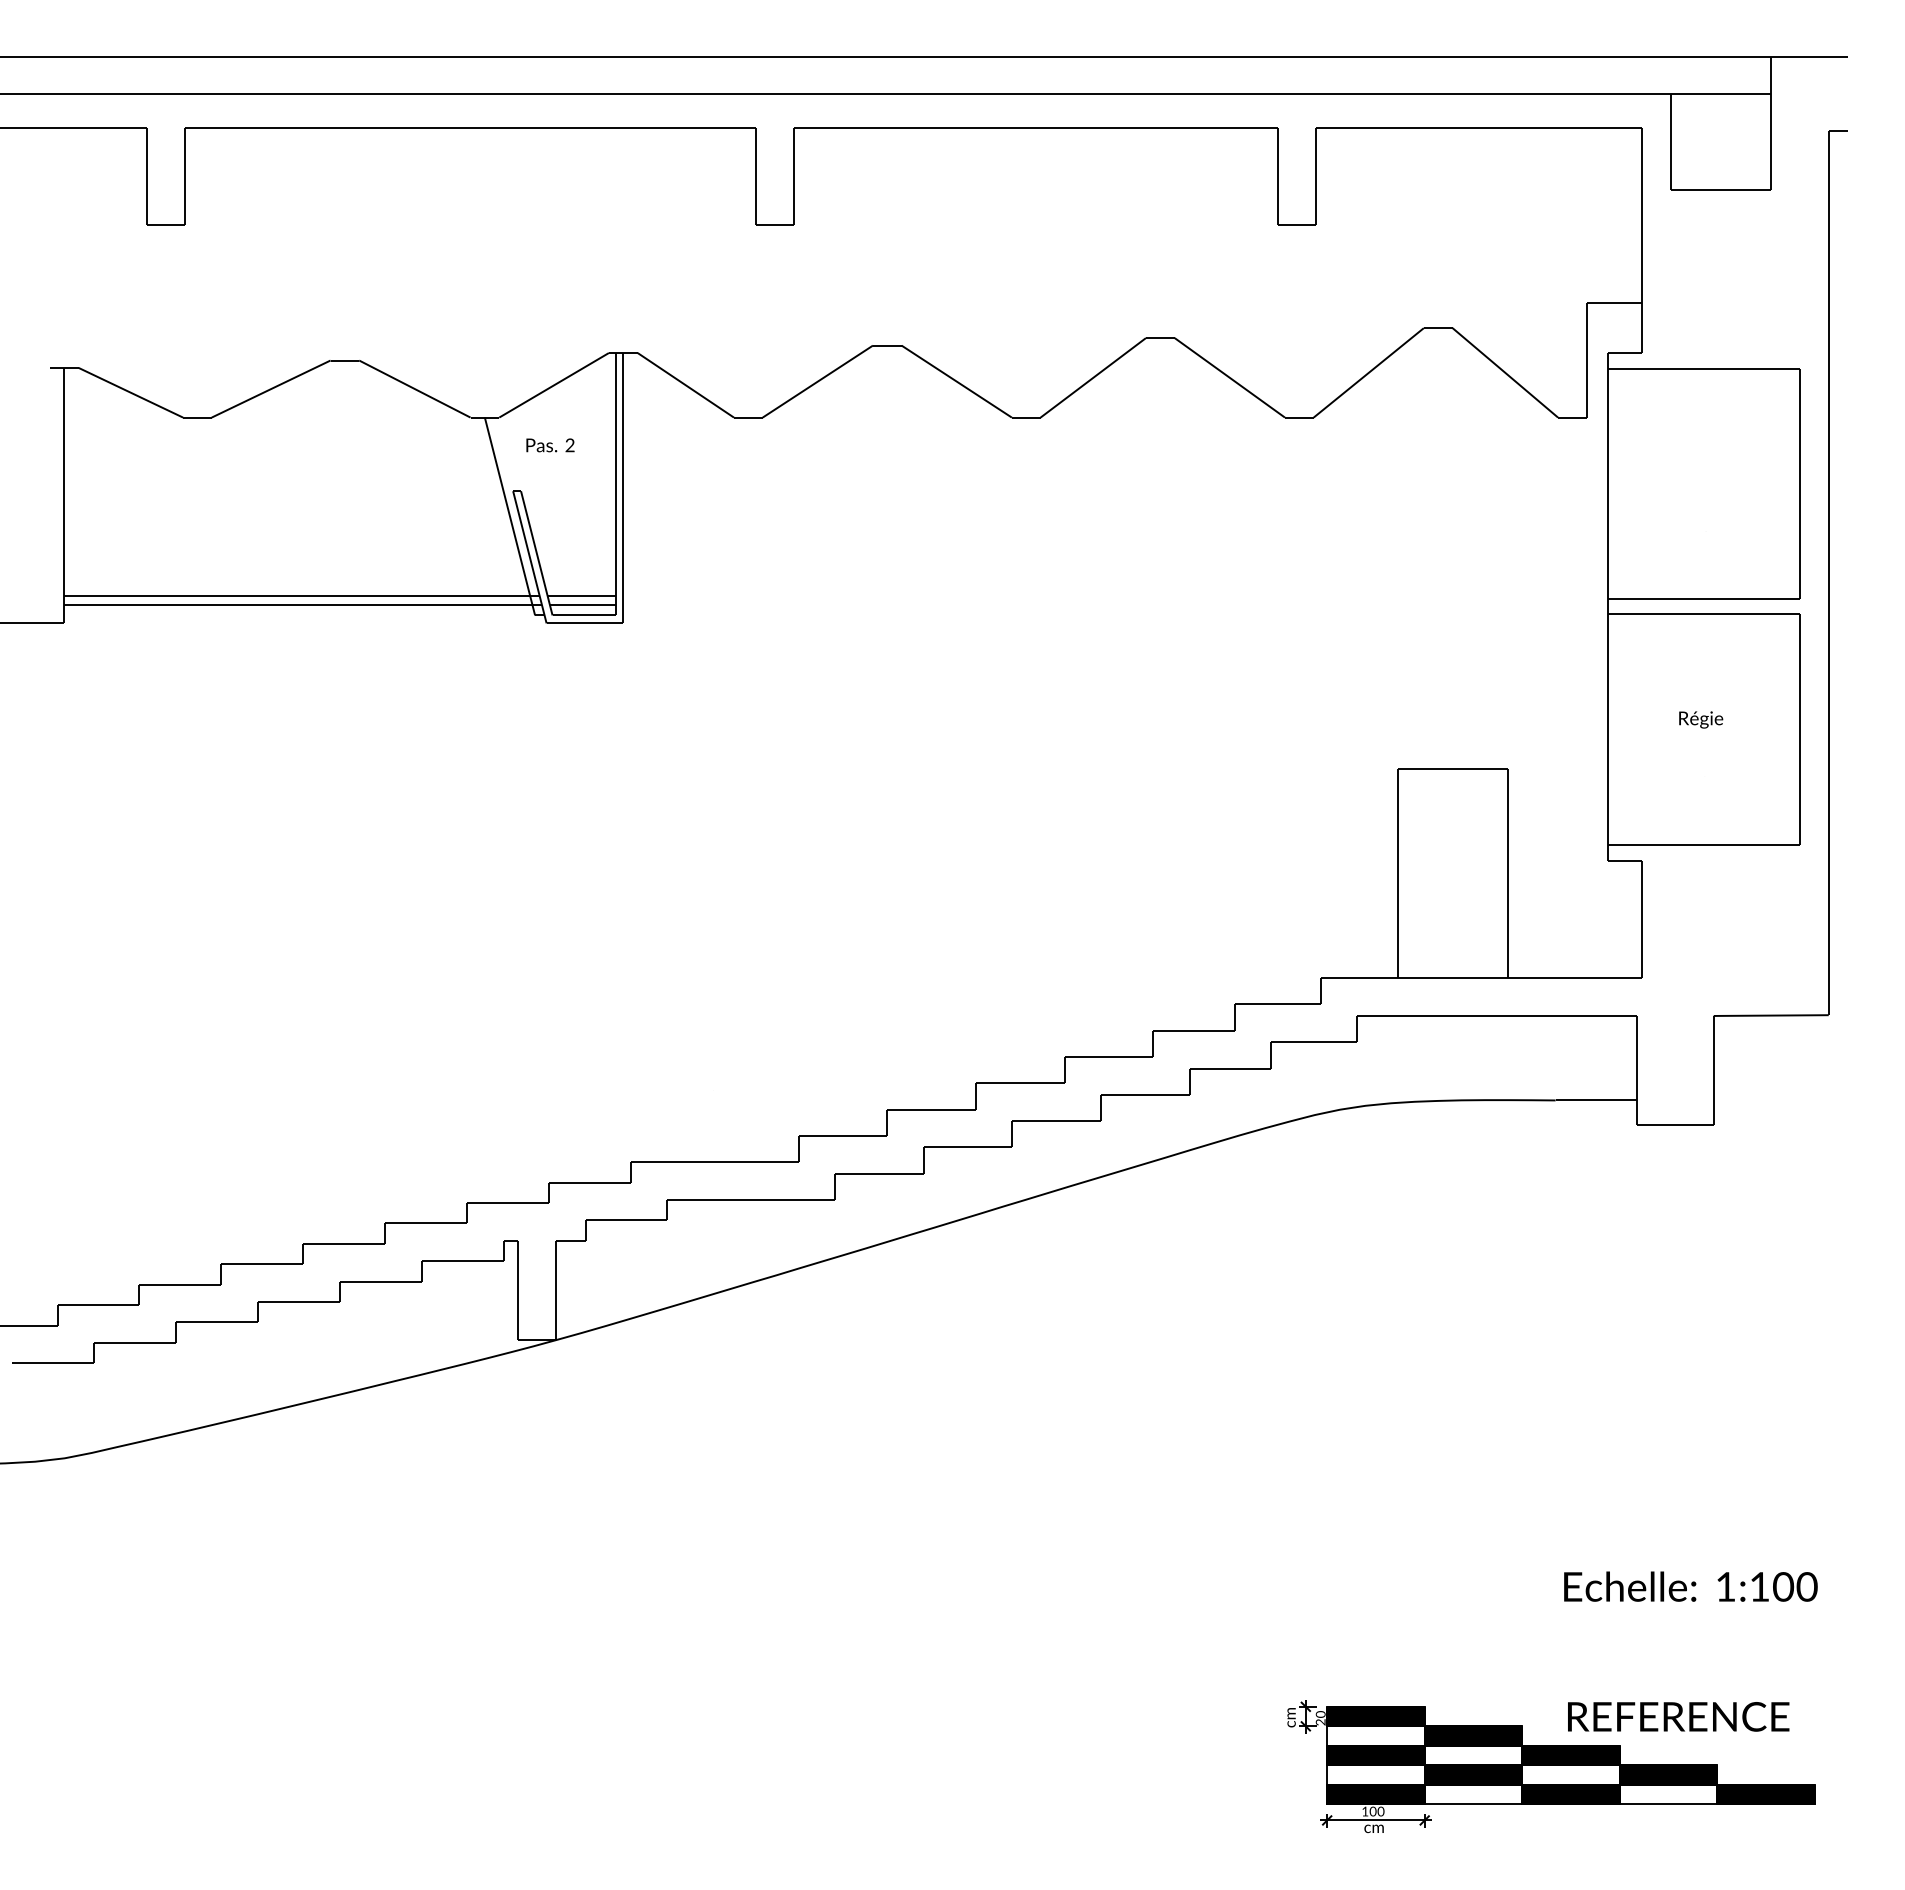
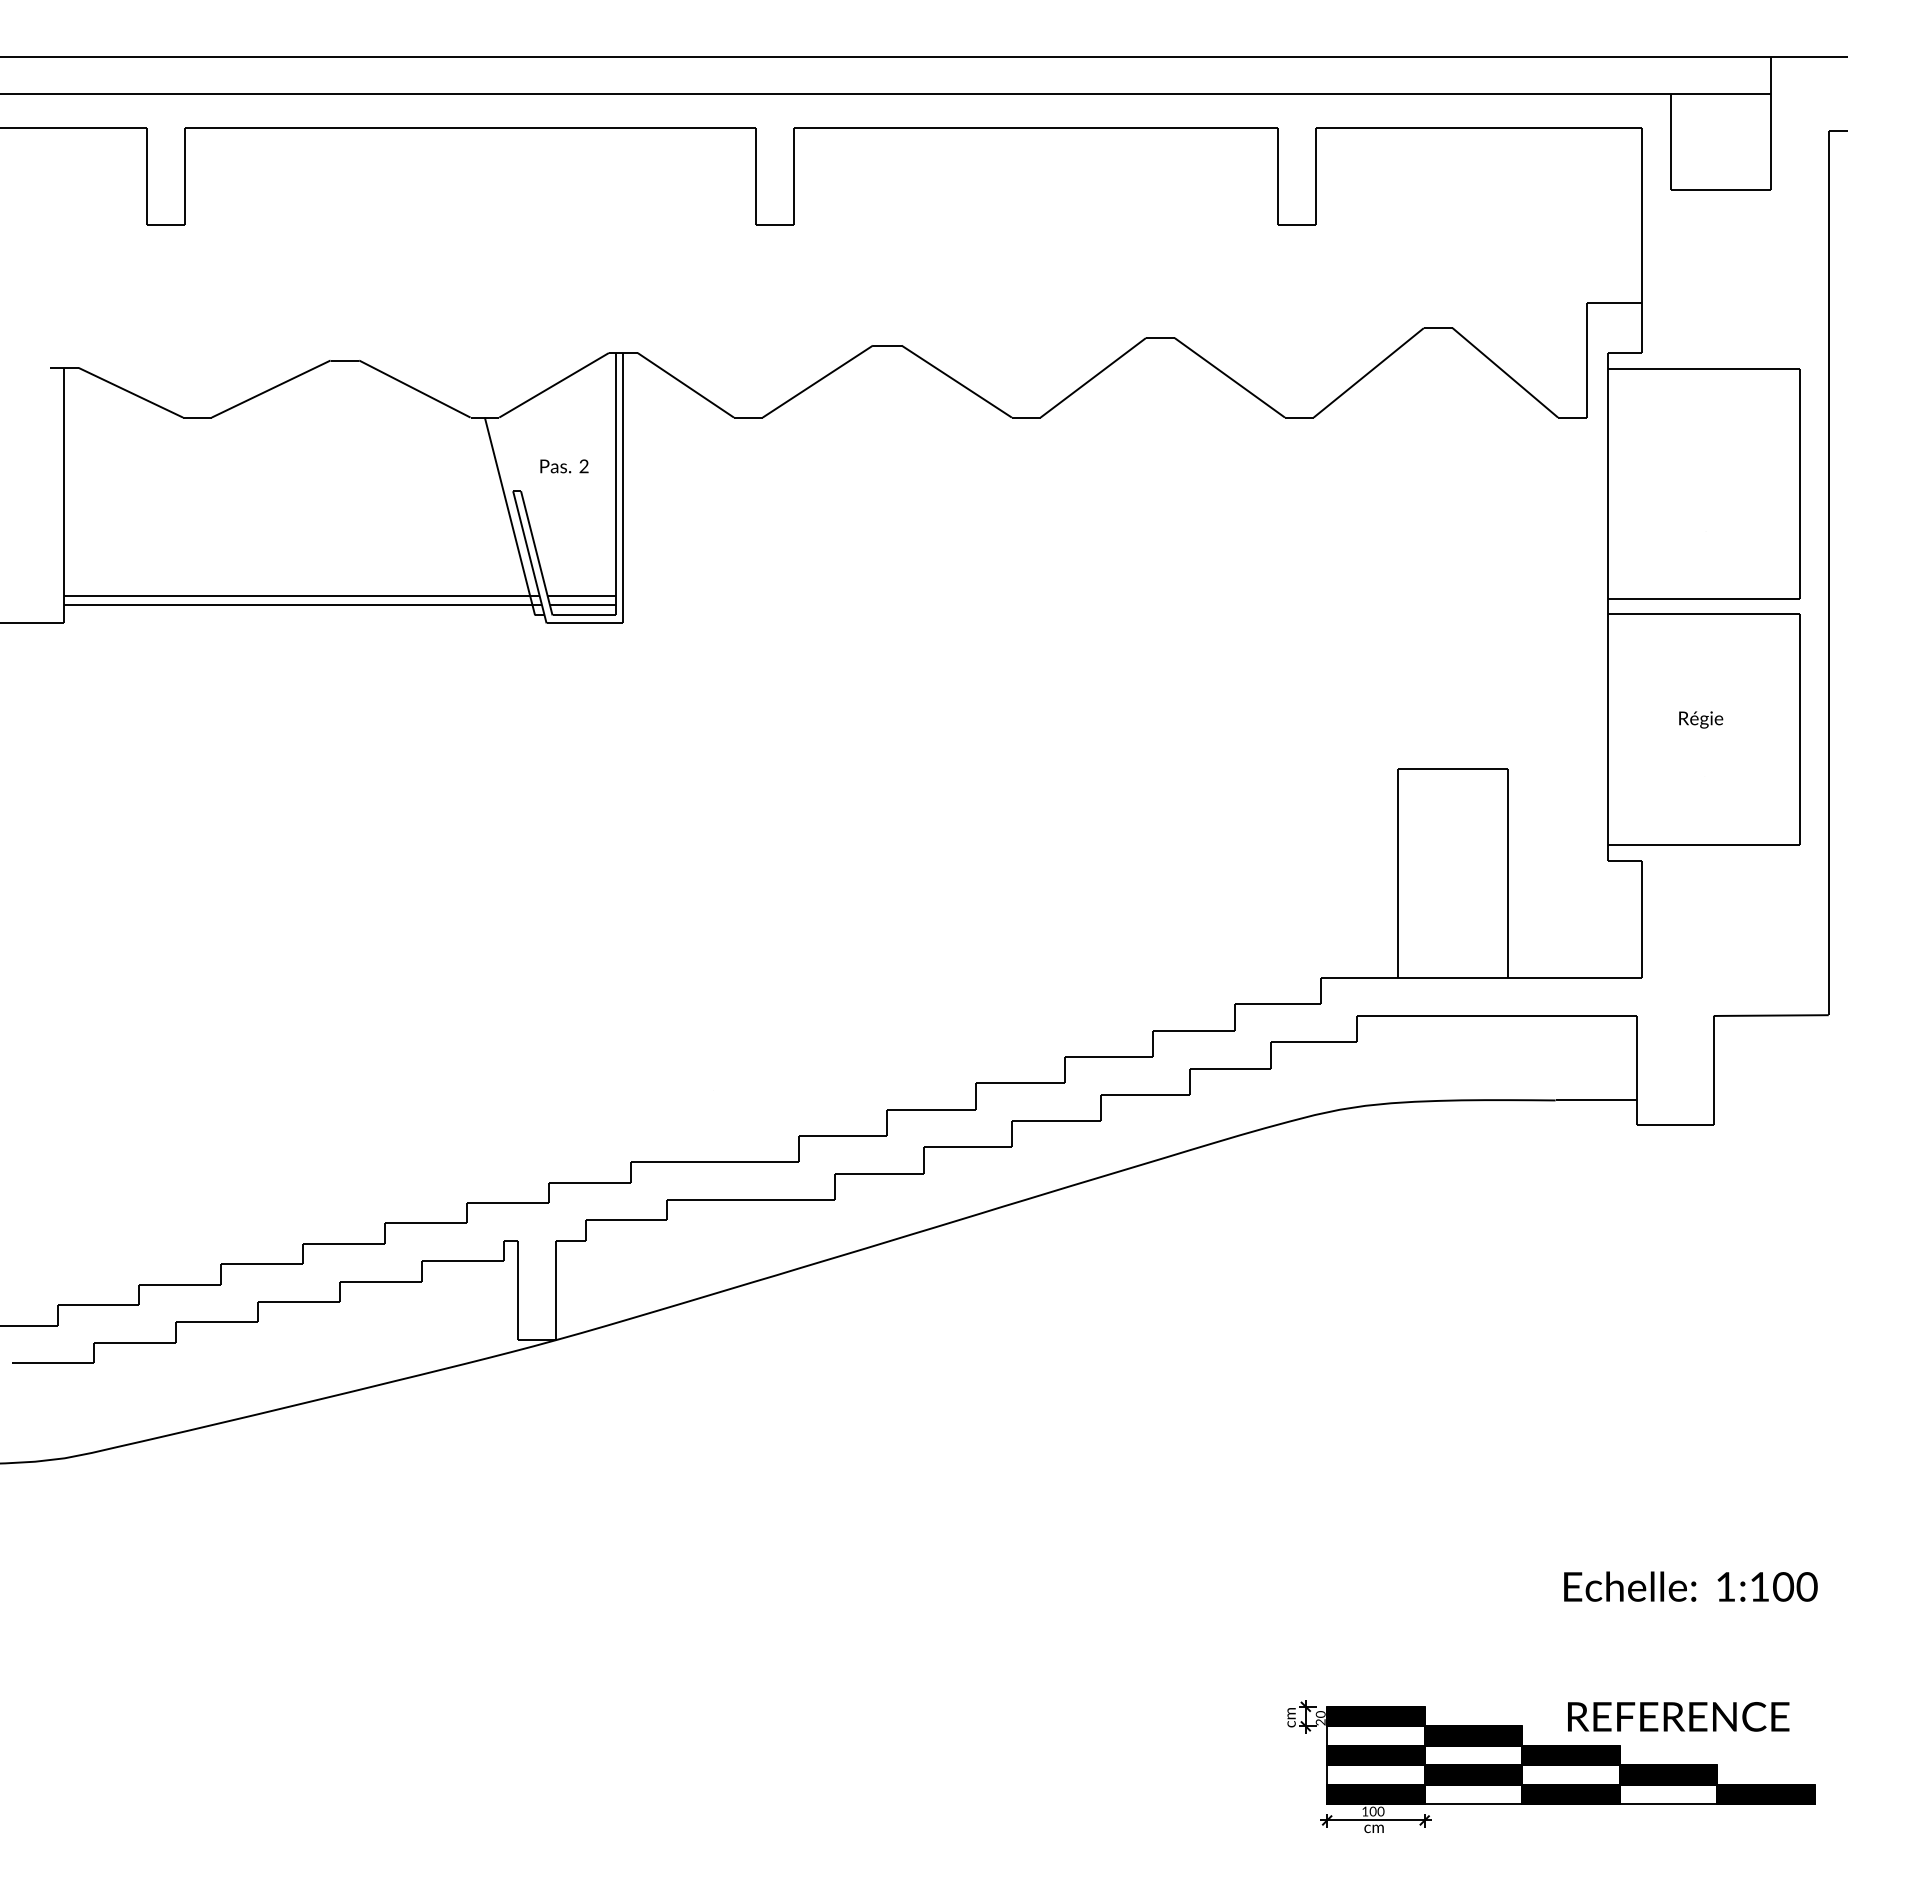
text at (550, 445) position: (550, 445) -> (564, 466)
